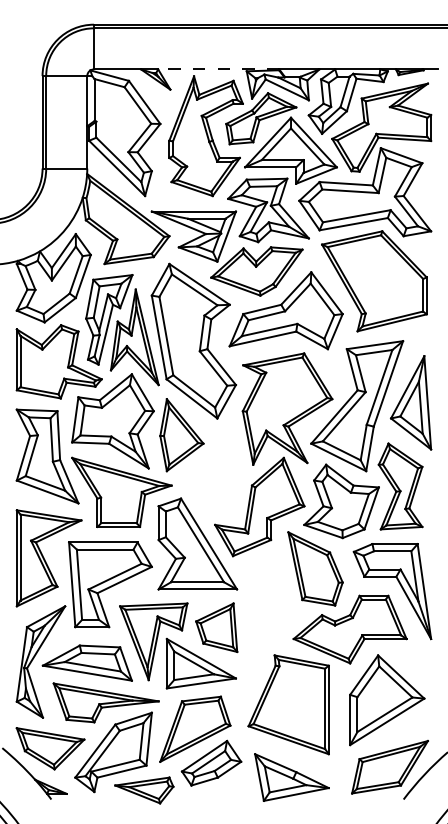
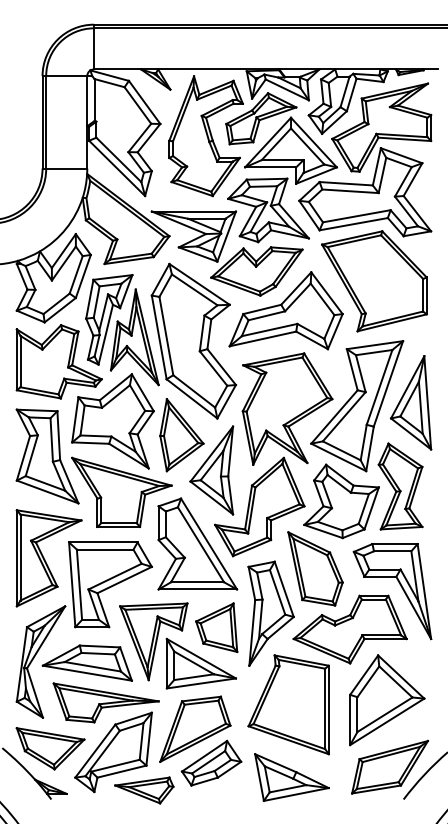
line at (218, 69): dashed -> solid
part at (211, 470): none -> present
part at (270, 613): none -> present
